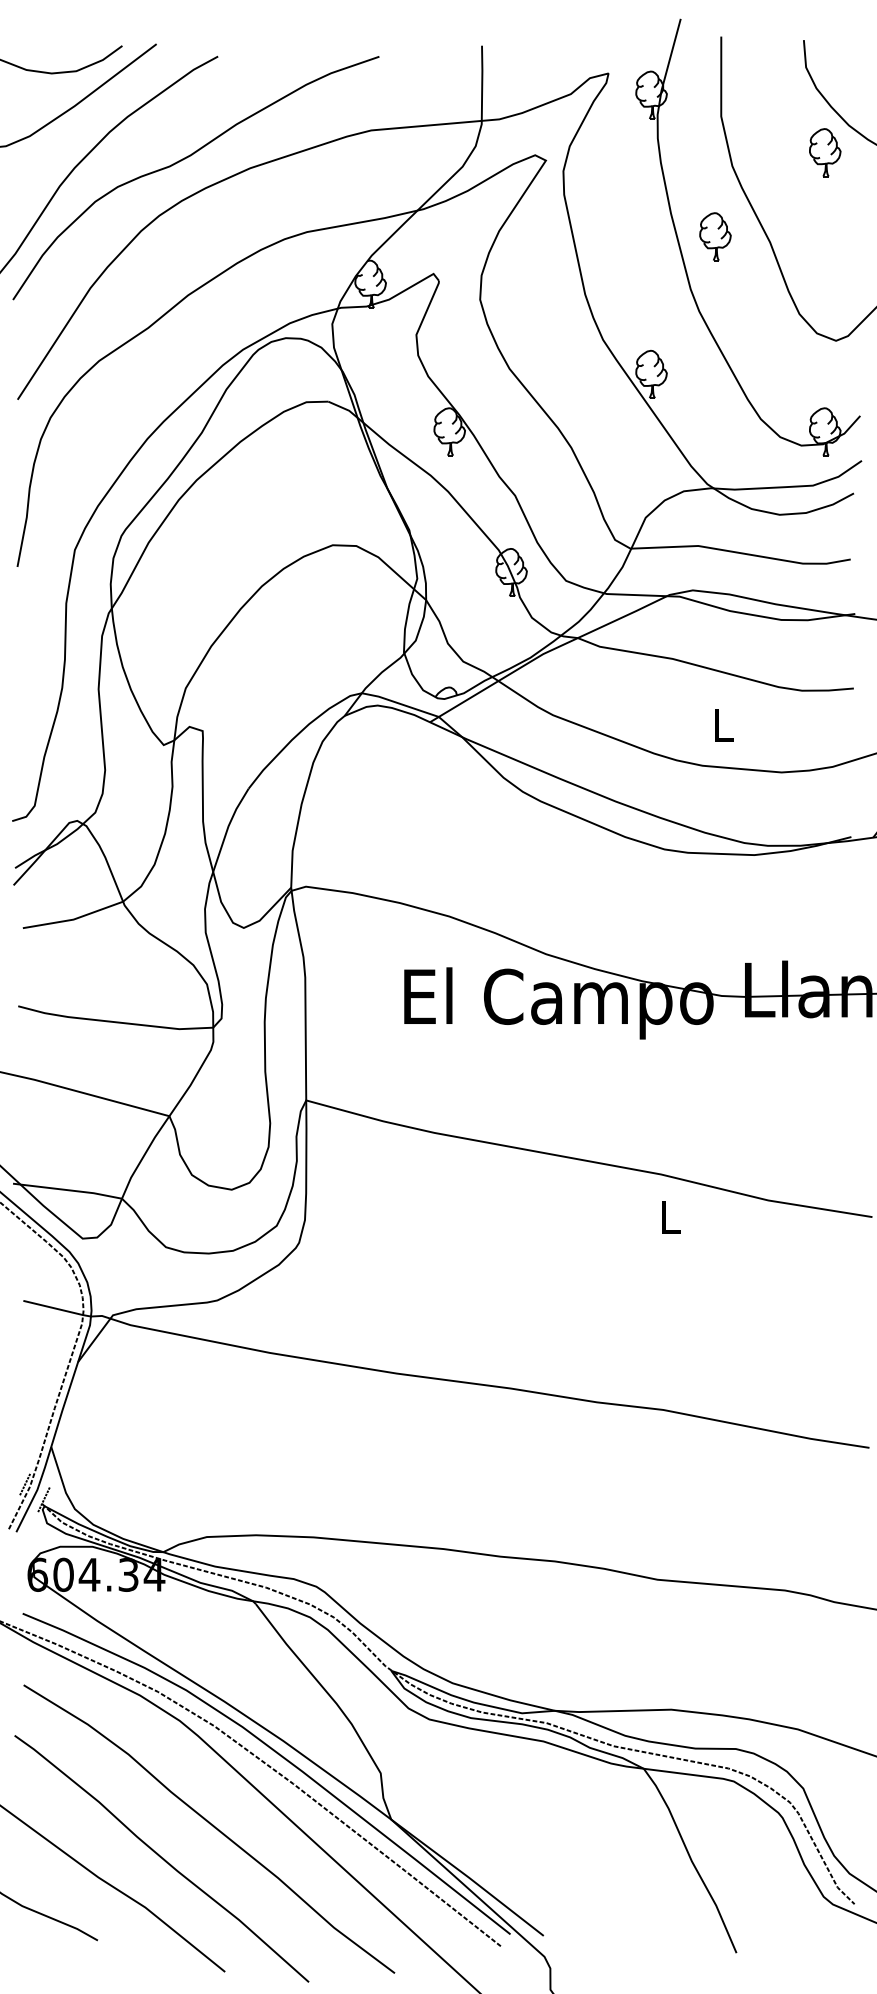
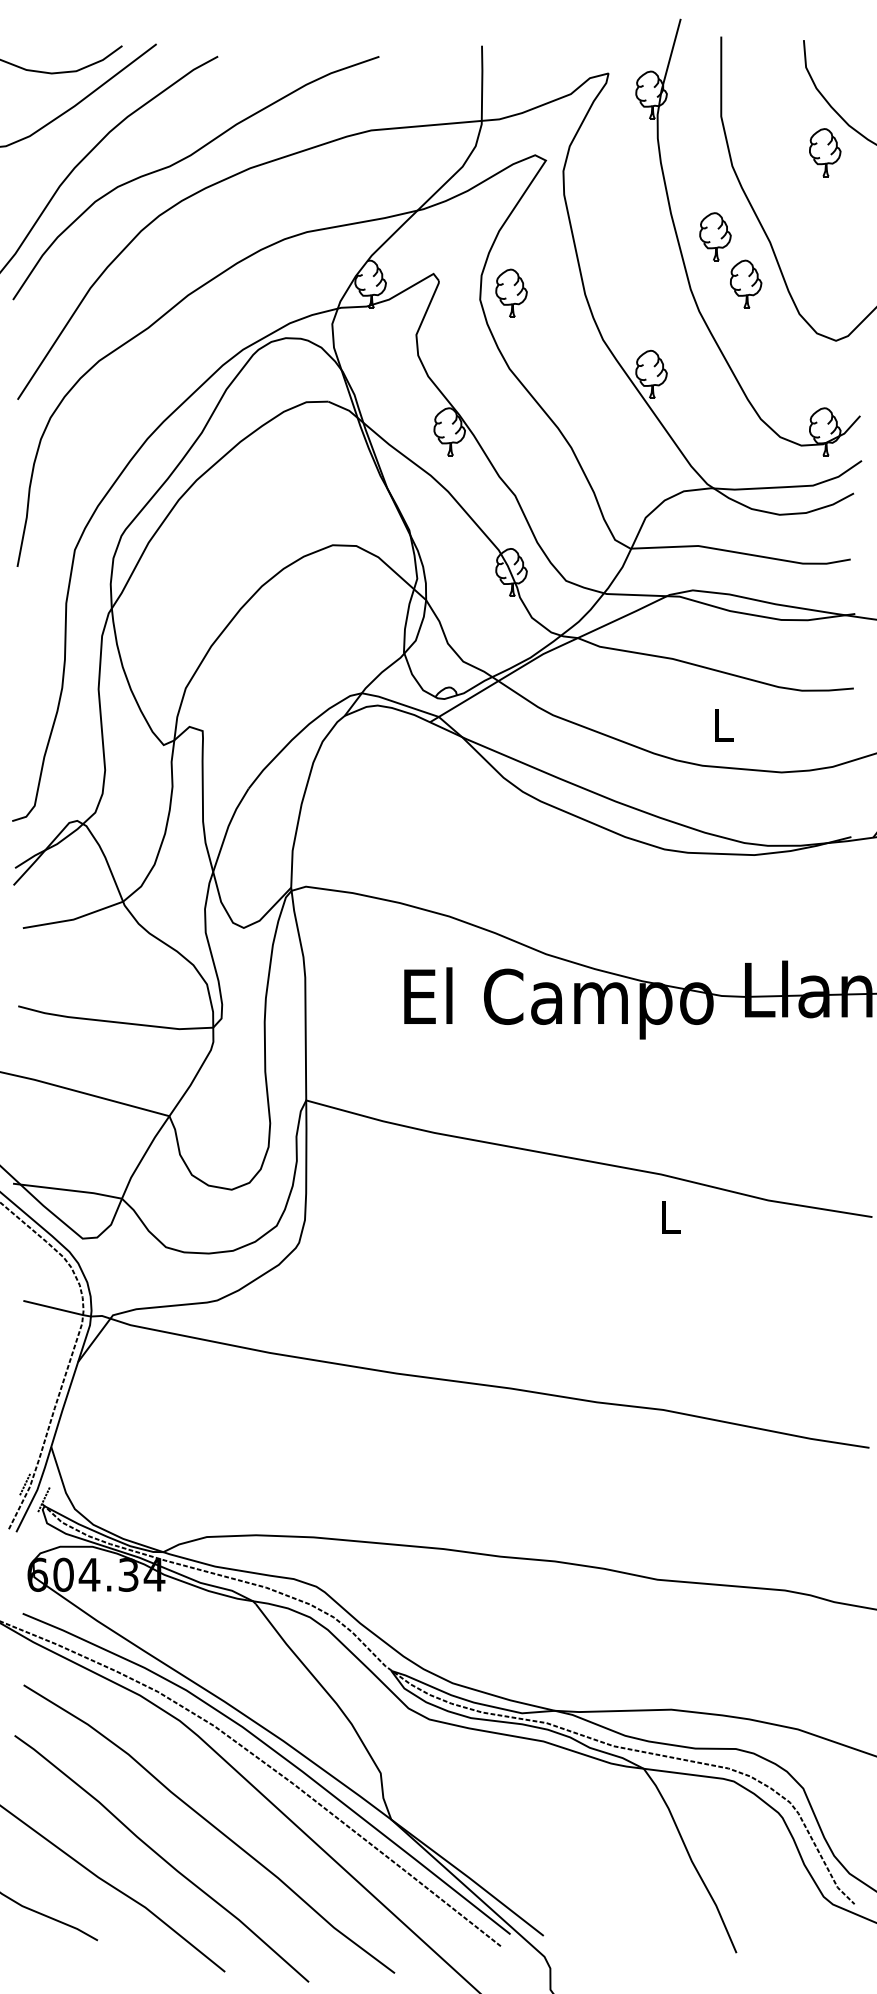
part at (746, 283): none -> present
part at (511, 292): none -> present
